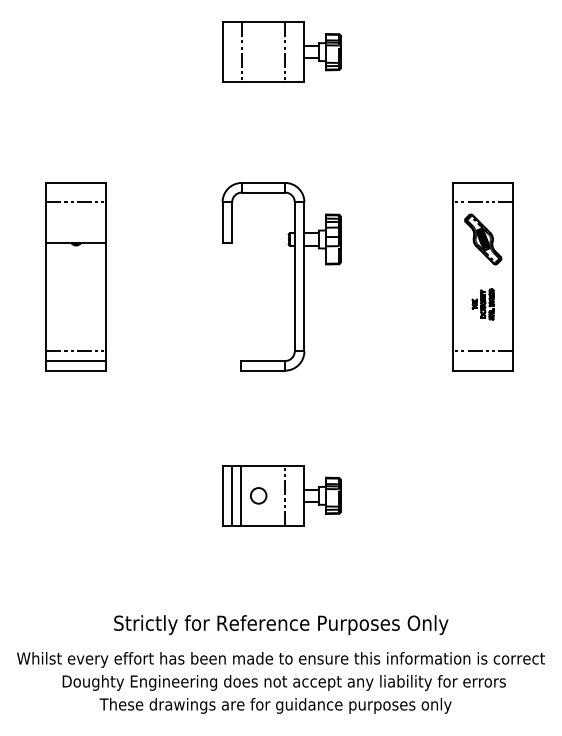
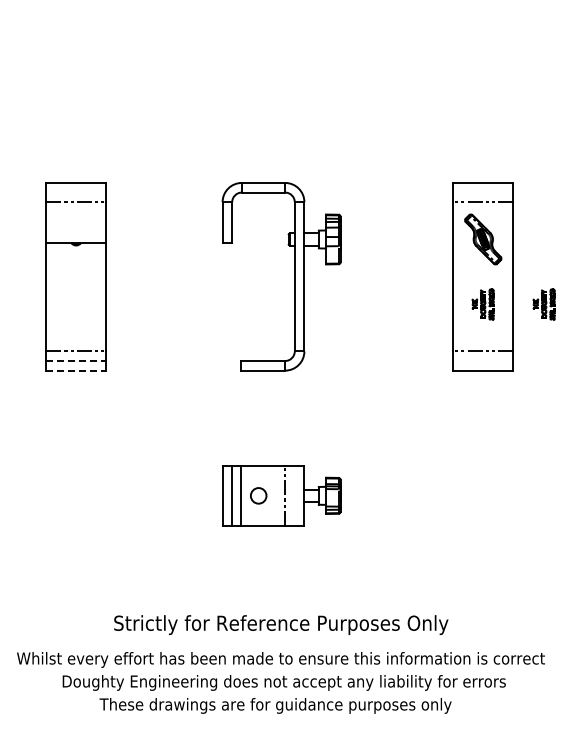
part at (281, 51): present -> none
part at (543, 304): none -> present
line at (76, 361): solid -> dashed
line at (76, 370): solid -> dashed
